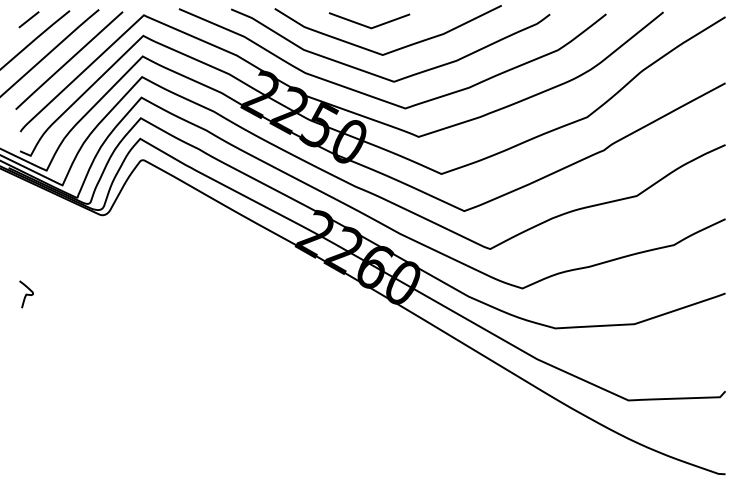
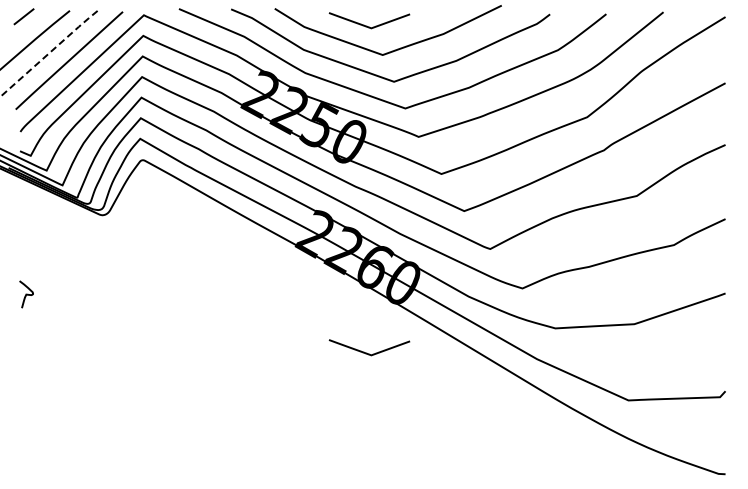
line at (28, 19) position: (28, 19) -> (23, 16)
line at (50, 52): solid -> dashed
curve at (366, 352): none -> present
